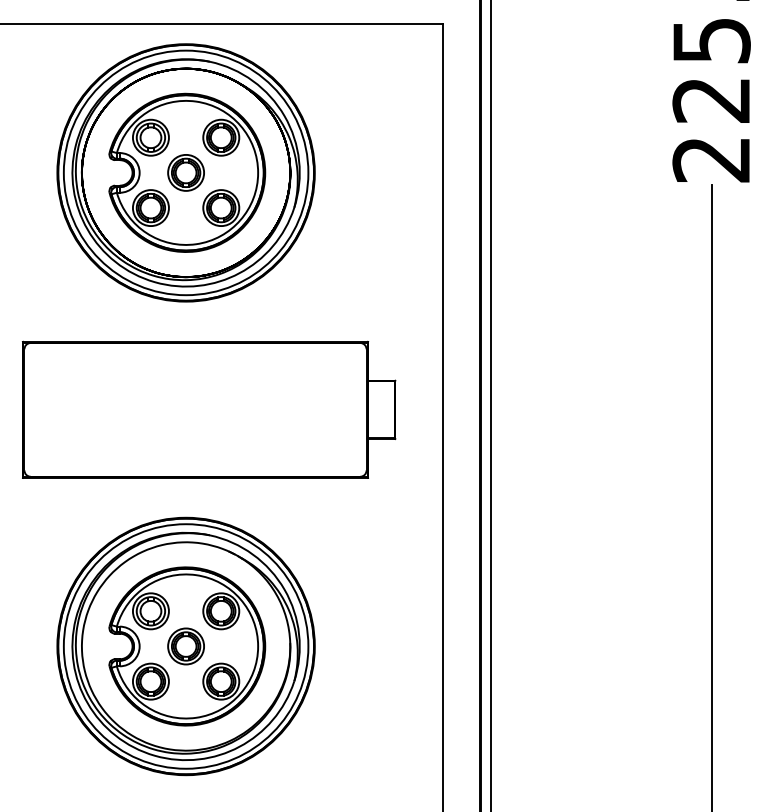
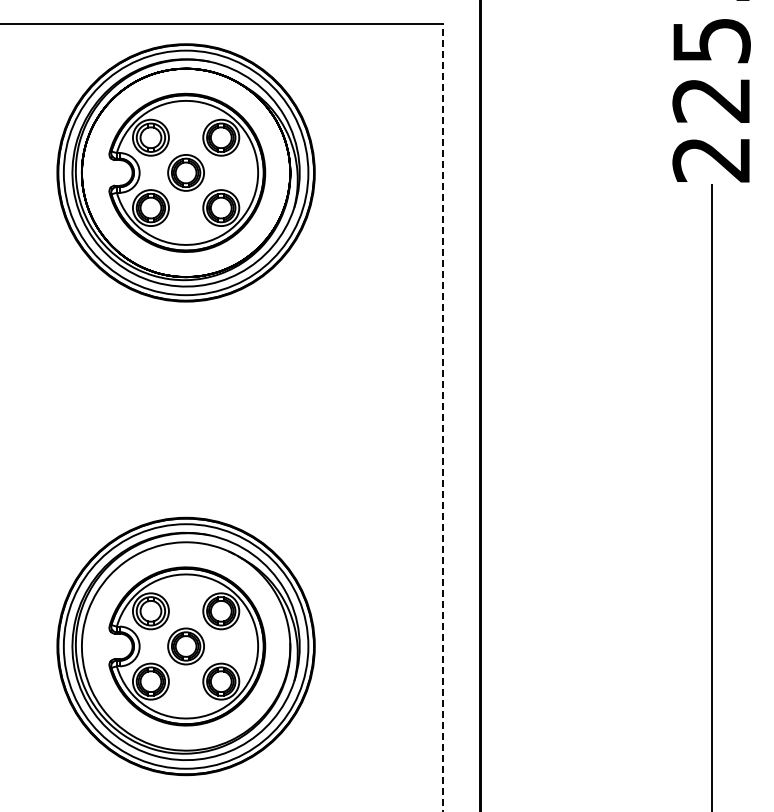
line at (490, 405): present -> none
part at (209, 409): present -> none
line at (443, 417): solid -> dashed
